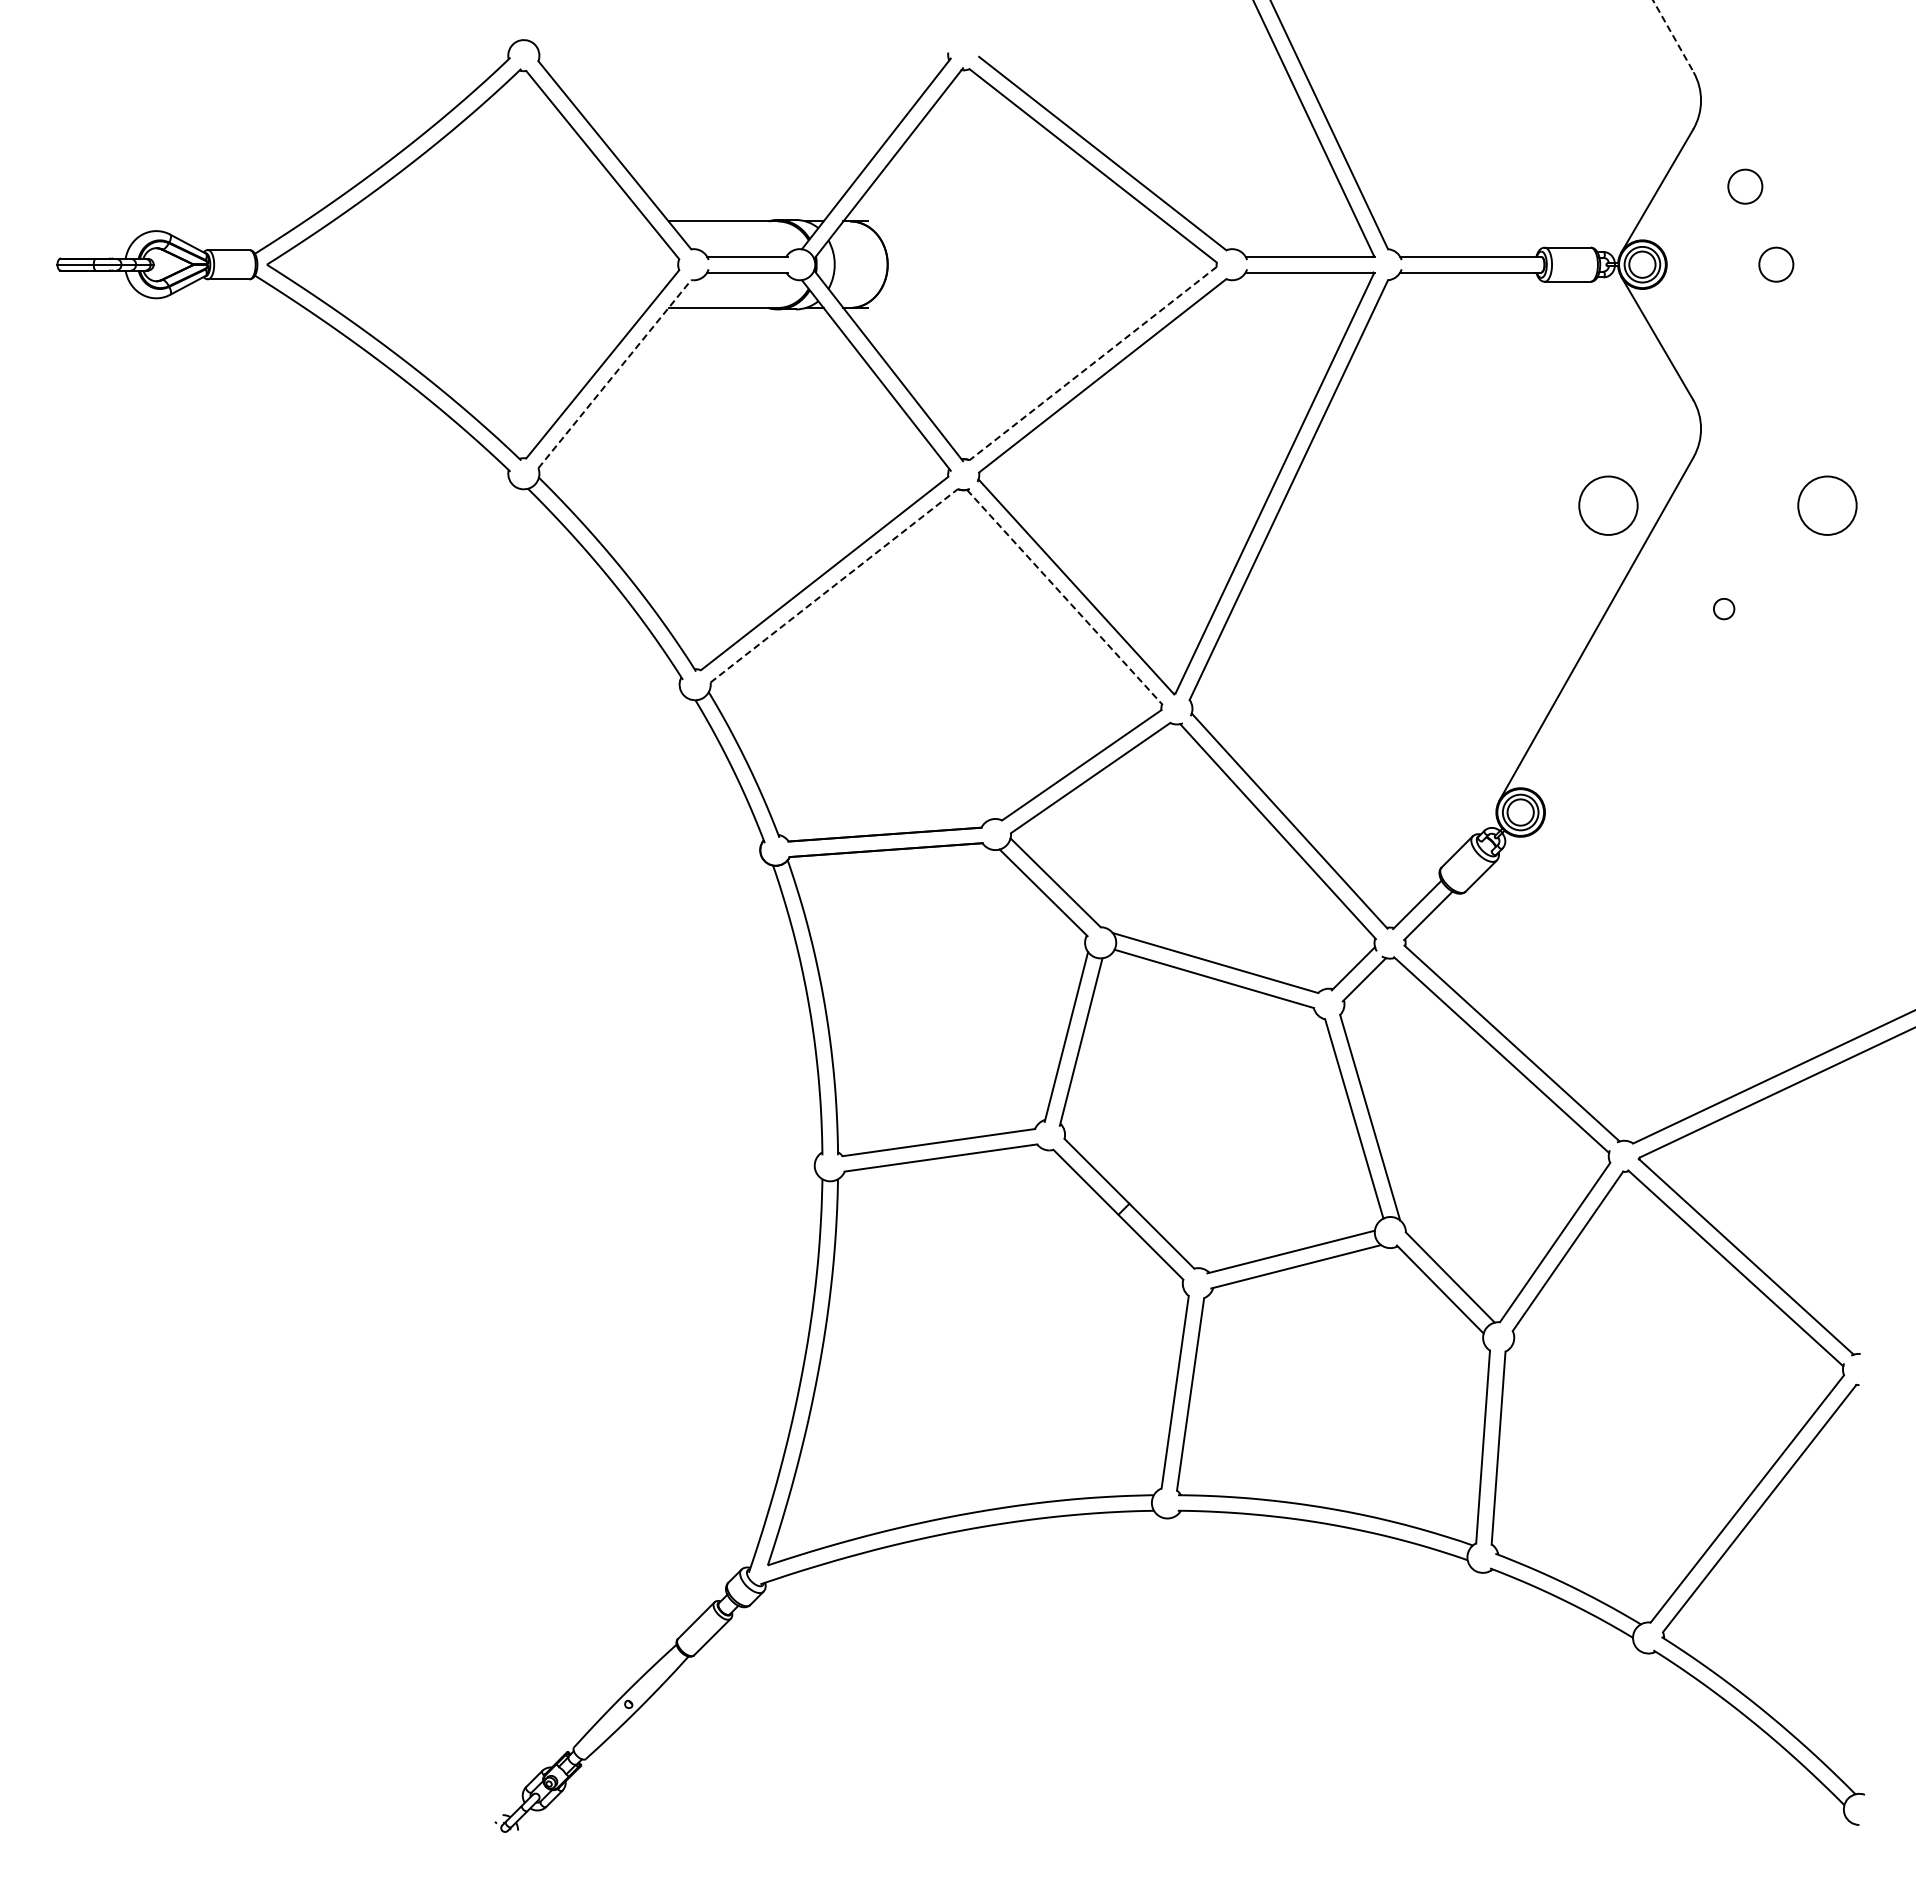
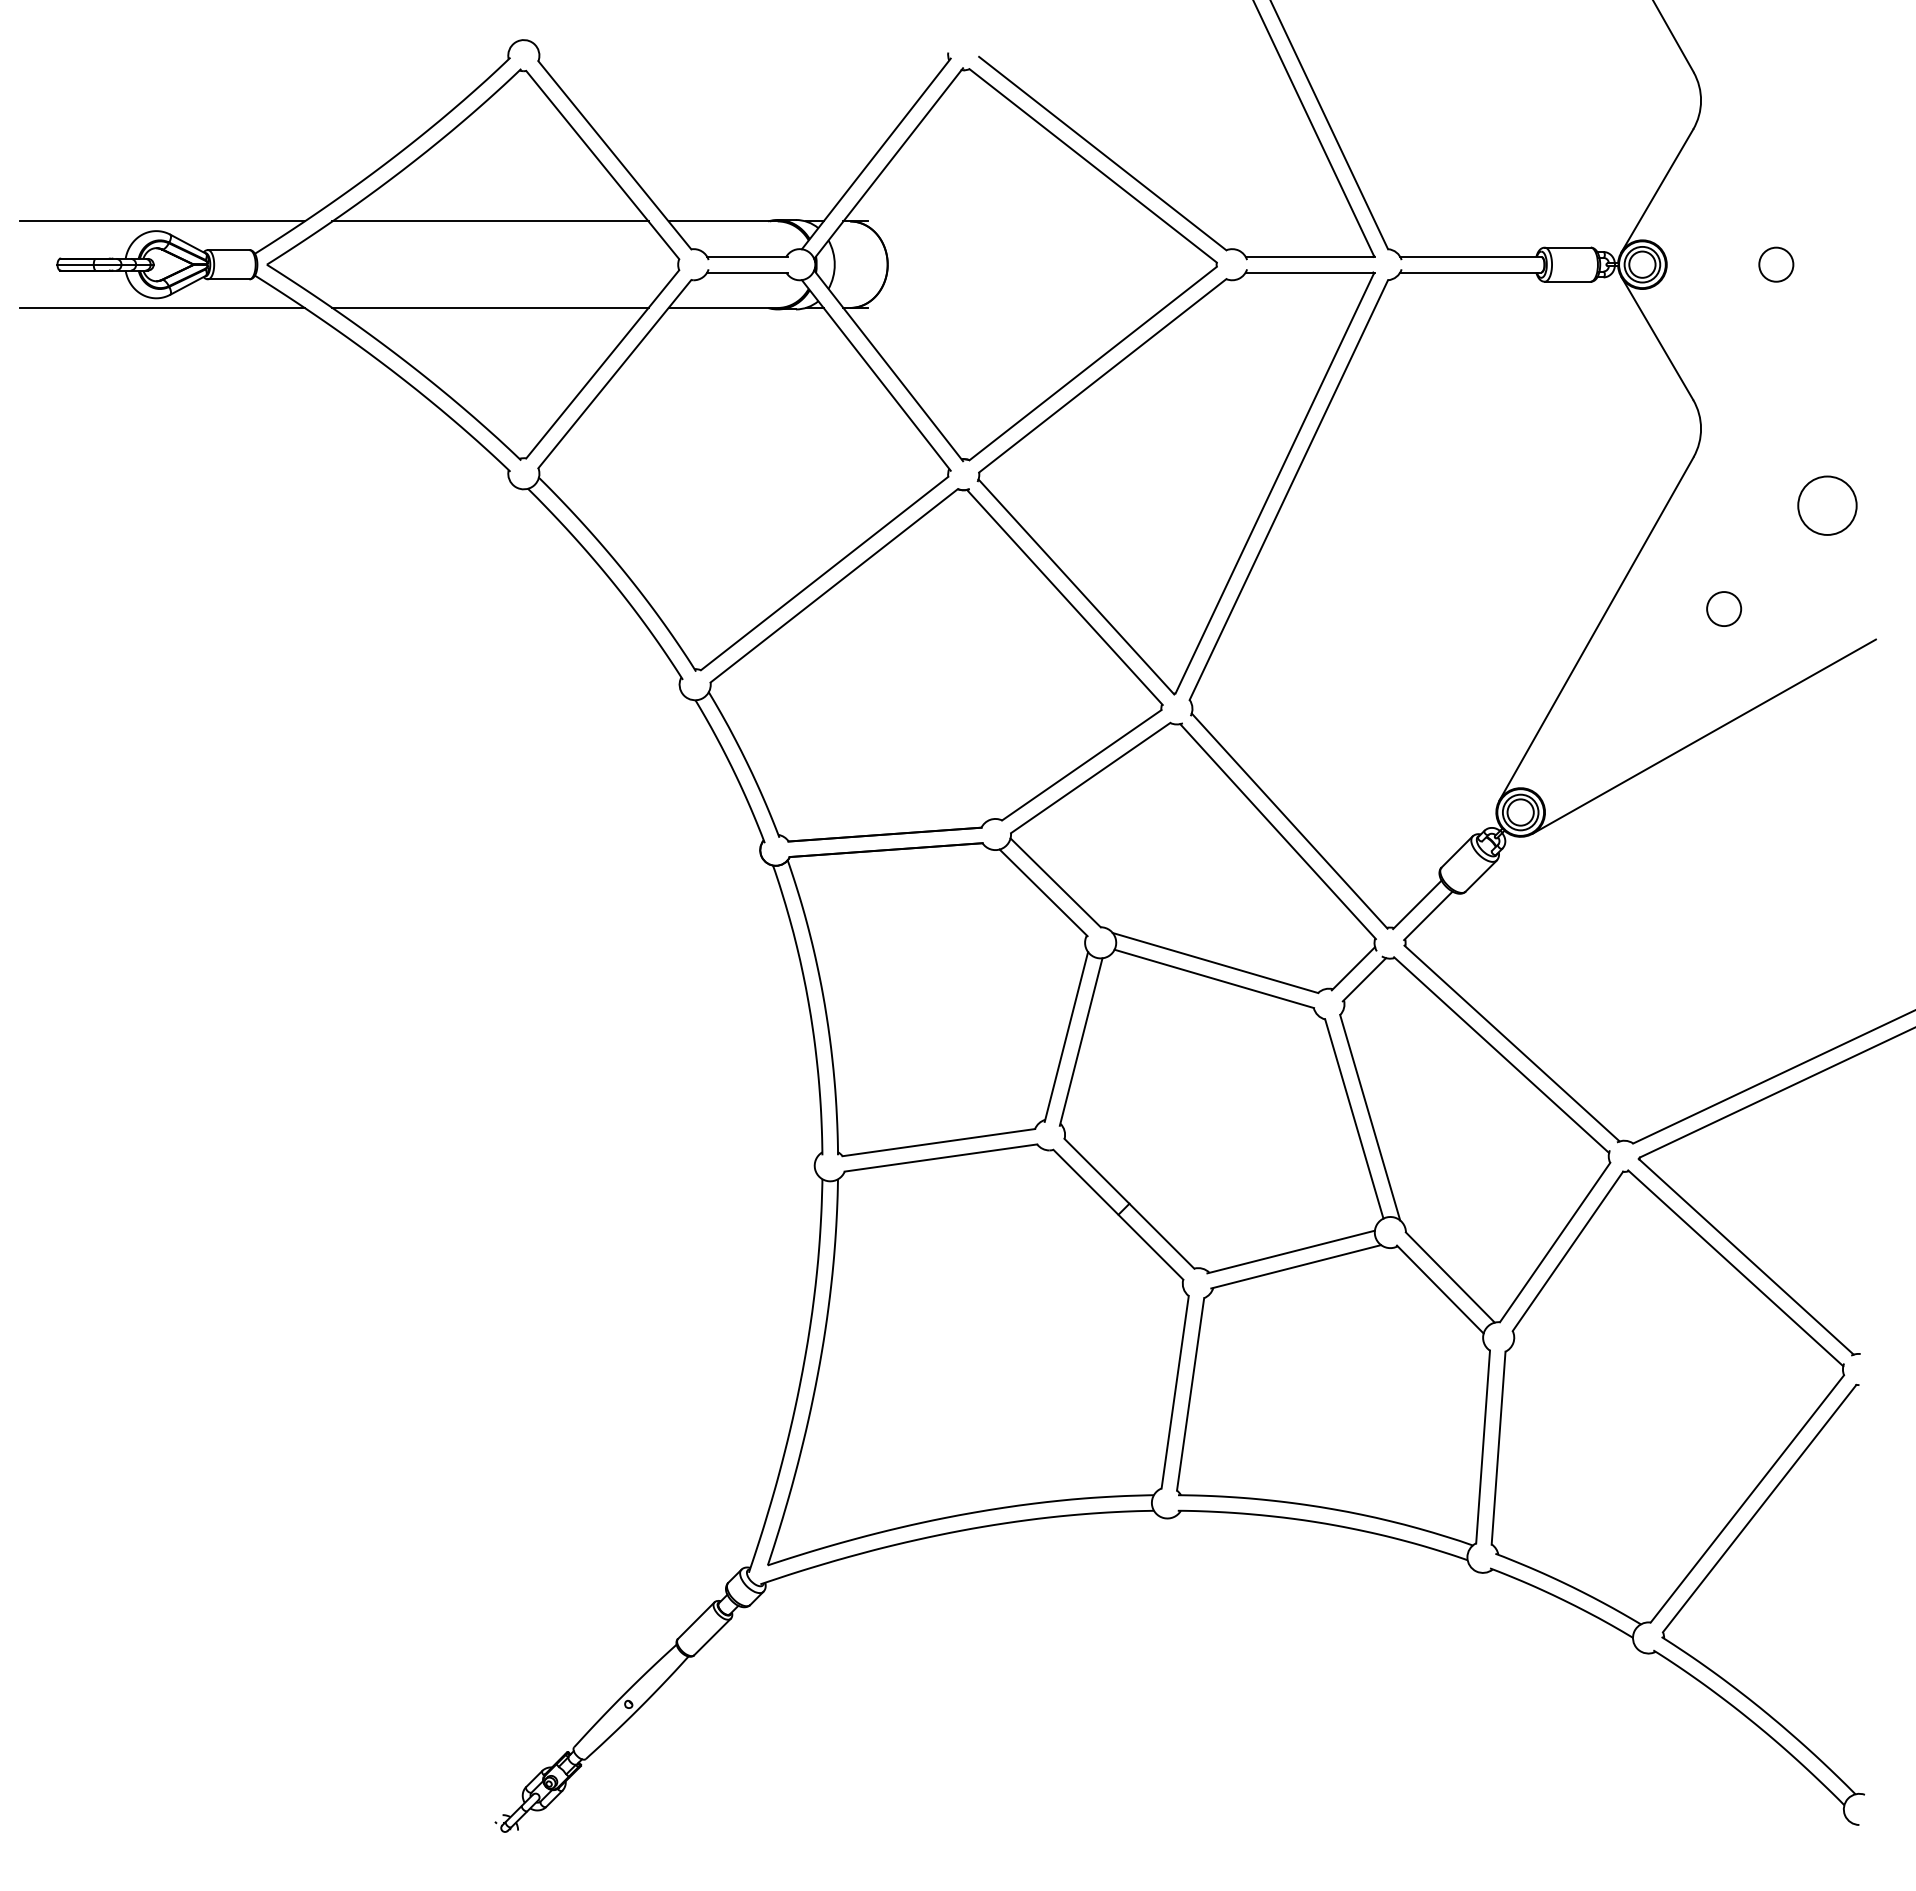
line at (1673, 36): dashed -> solid
circle at (1745, 186): present -> none
line at (162, 221): none -> present
line at (490, 221): none -> present
line at (162, 308): none -> present
line at (490, 308): none -> present
line at (1093, 363): dashed -> solid
line at (615, 373): dashed -> solid
circle at (1608, 505): present -> none
line at (834, 585): dashed -> solid
line at (1065, 597): dashed -> solid
circle at (1723, 608) diameter: 20 px -> 34 px
line at (1703, 736): none -> present
